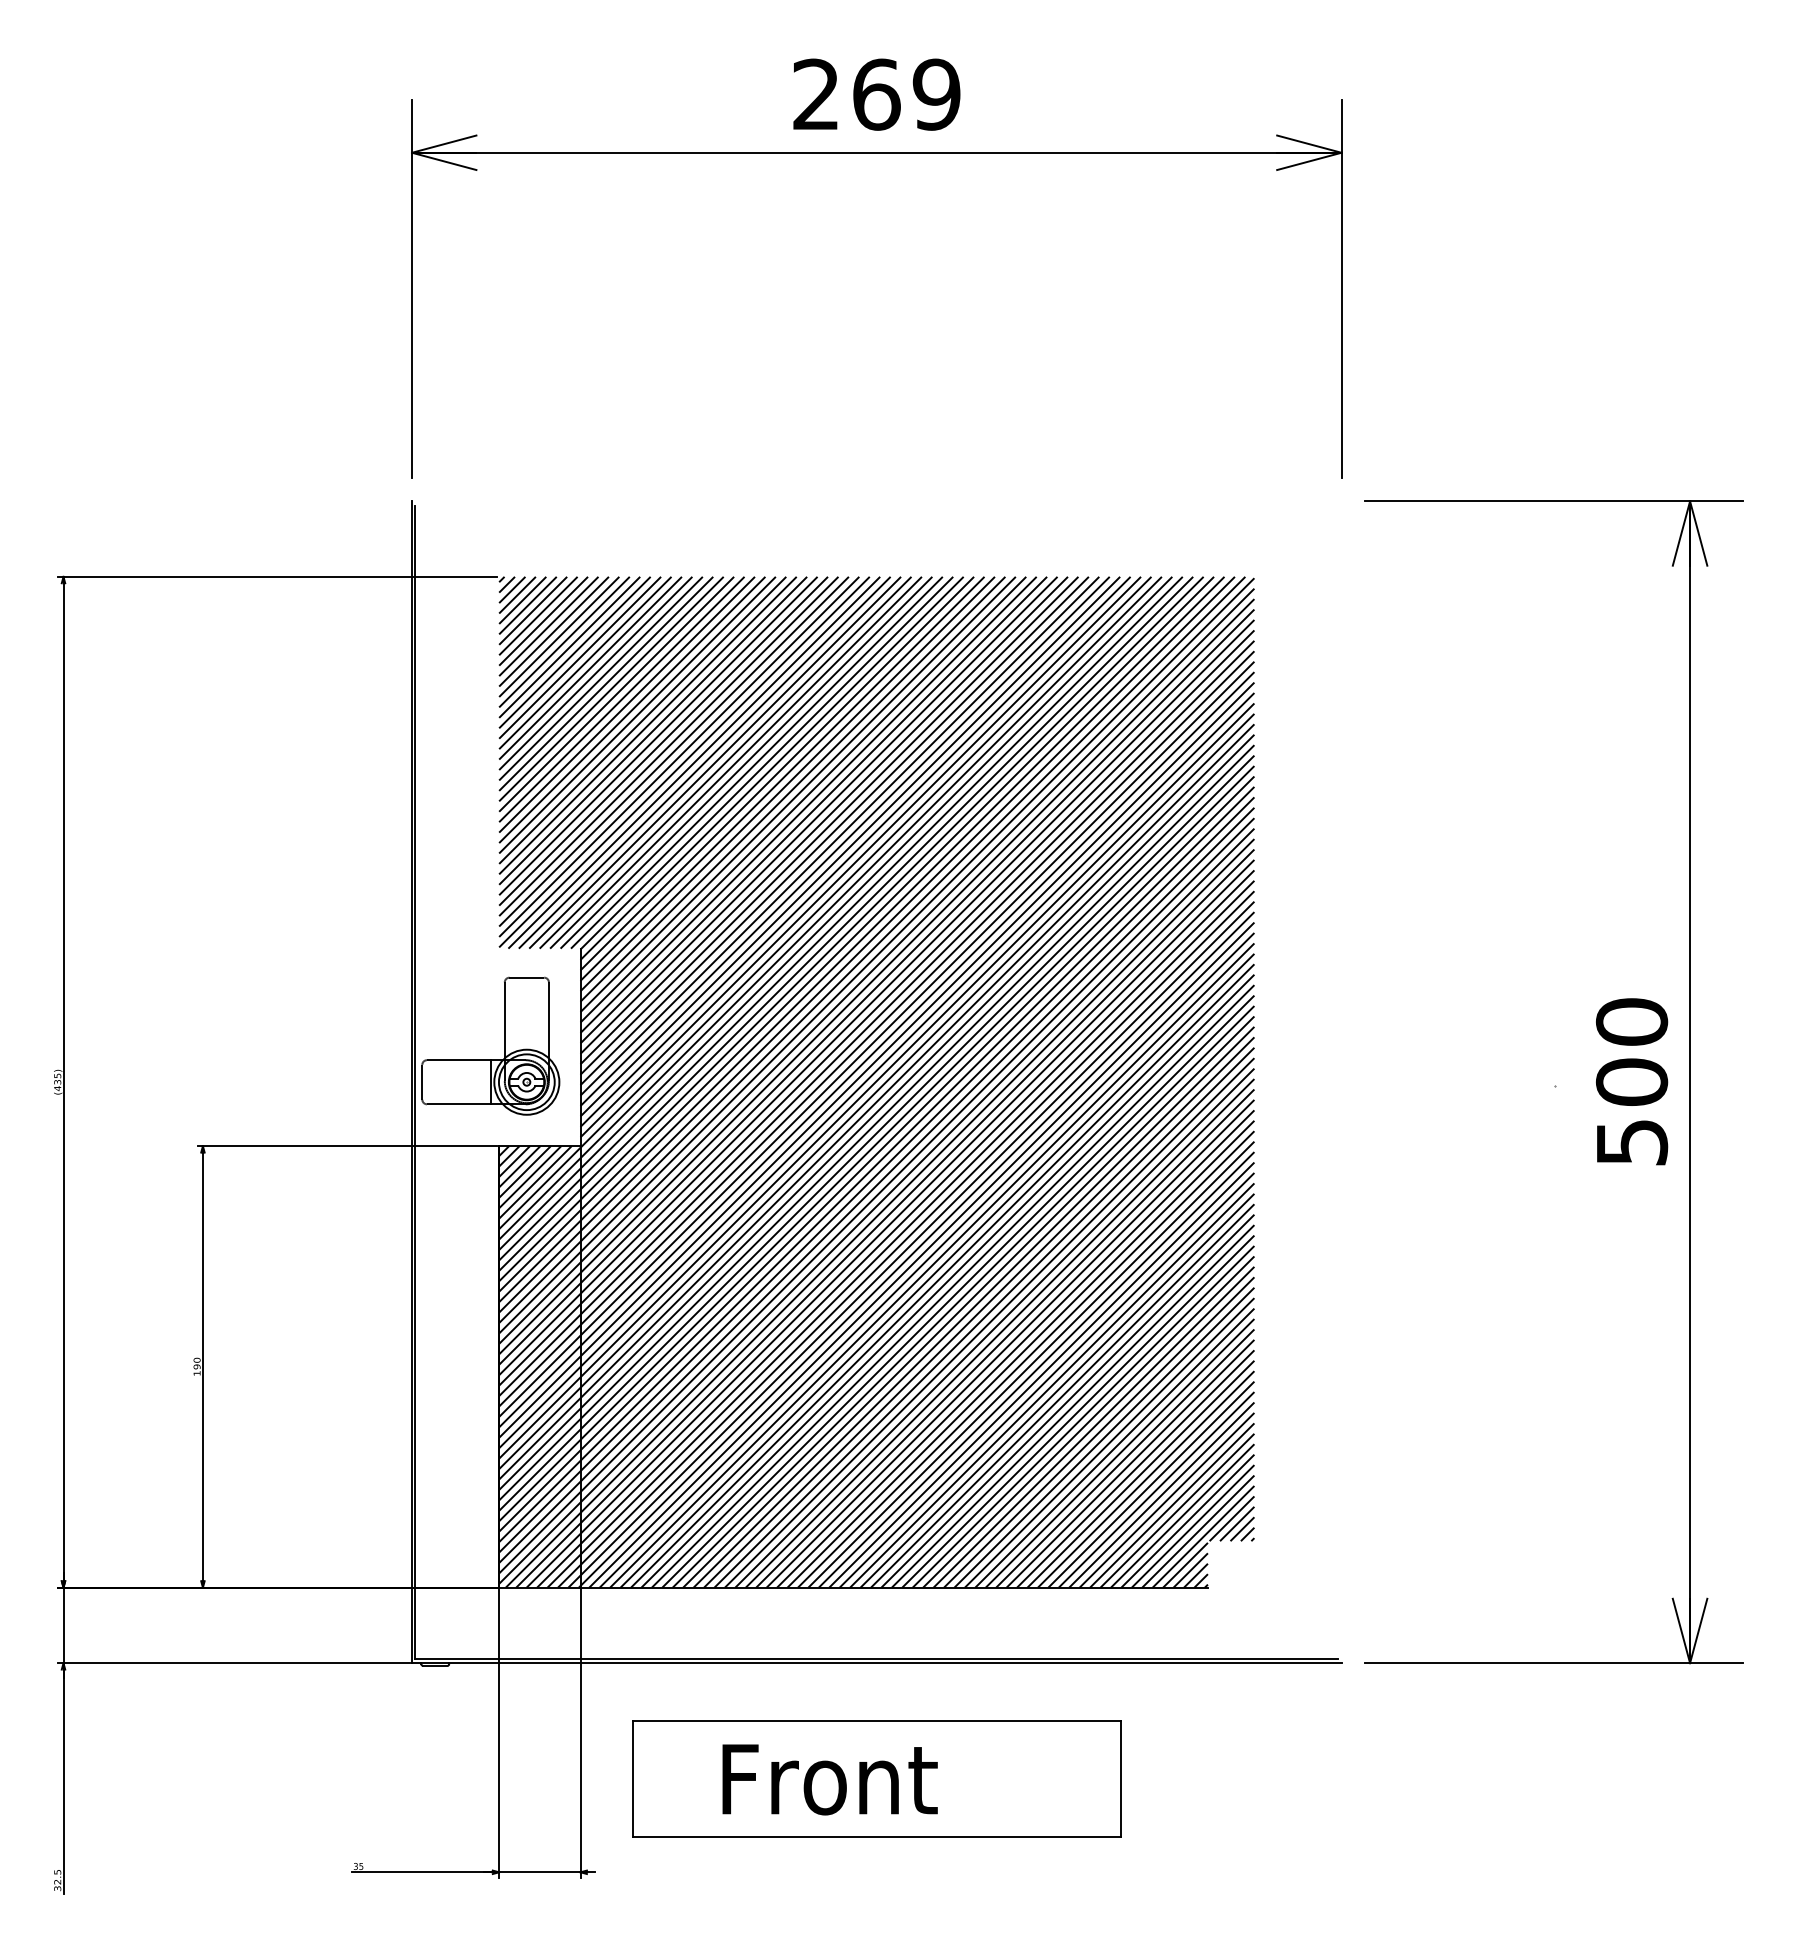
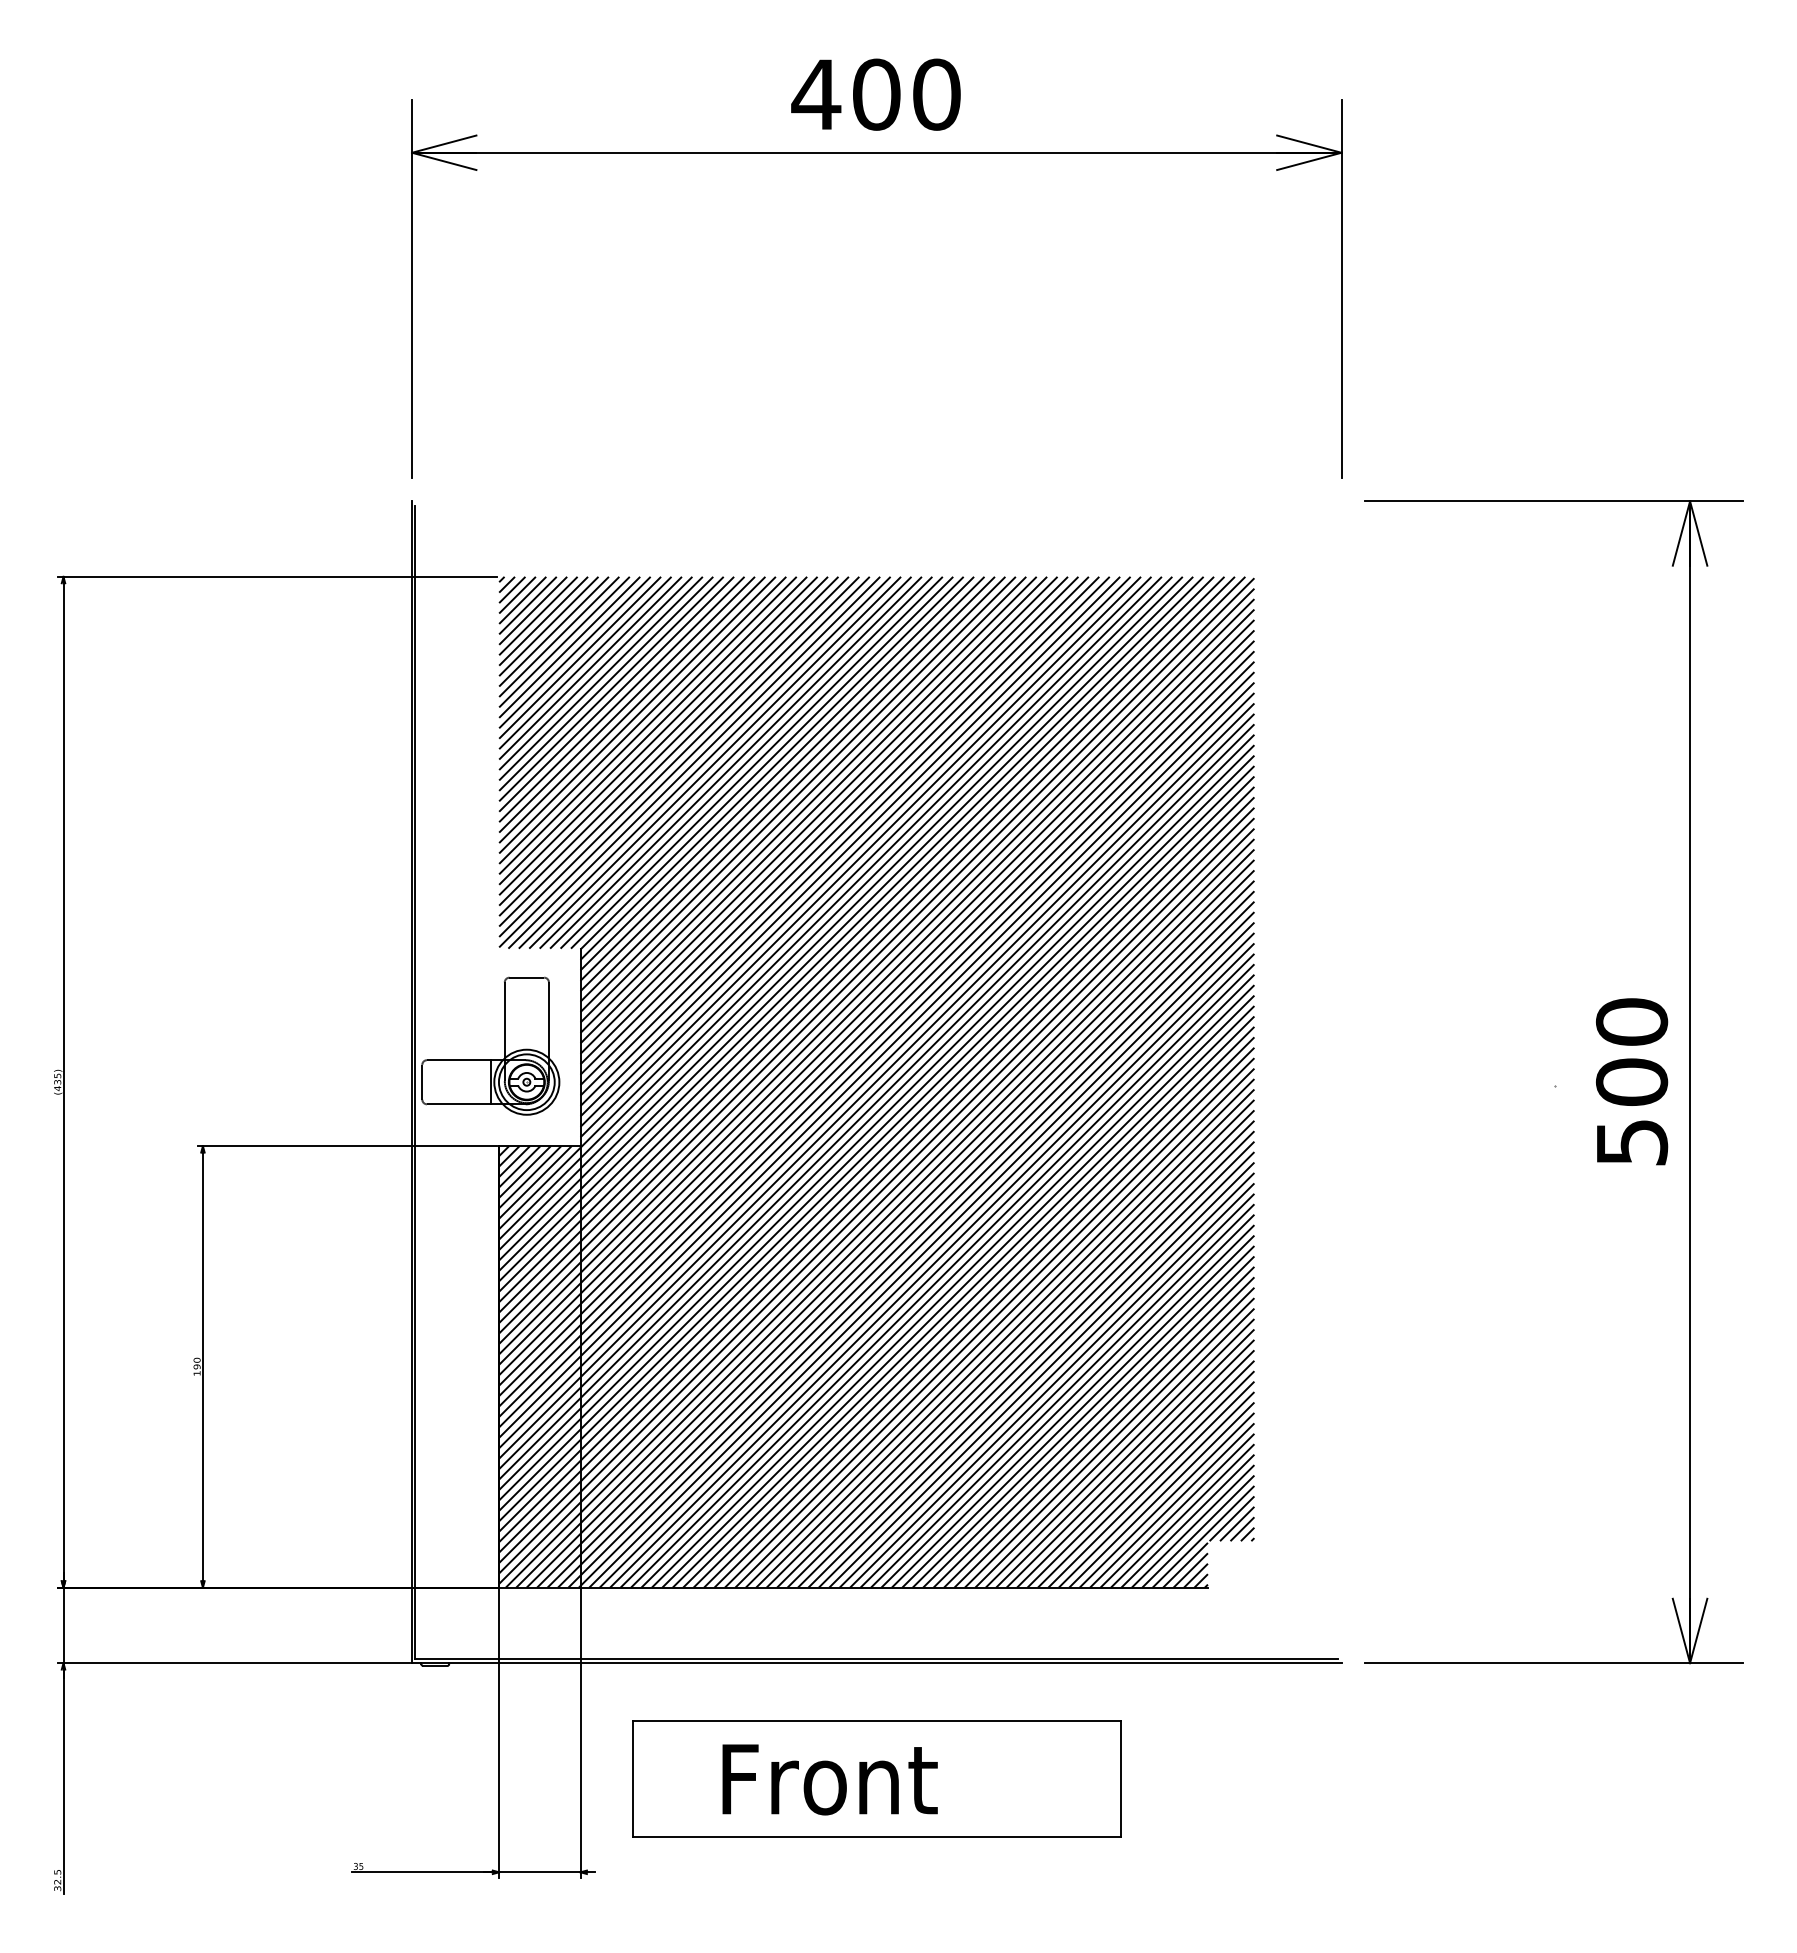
text at (875, 94): 269 -> 400
